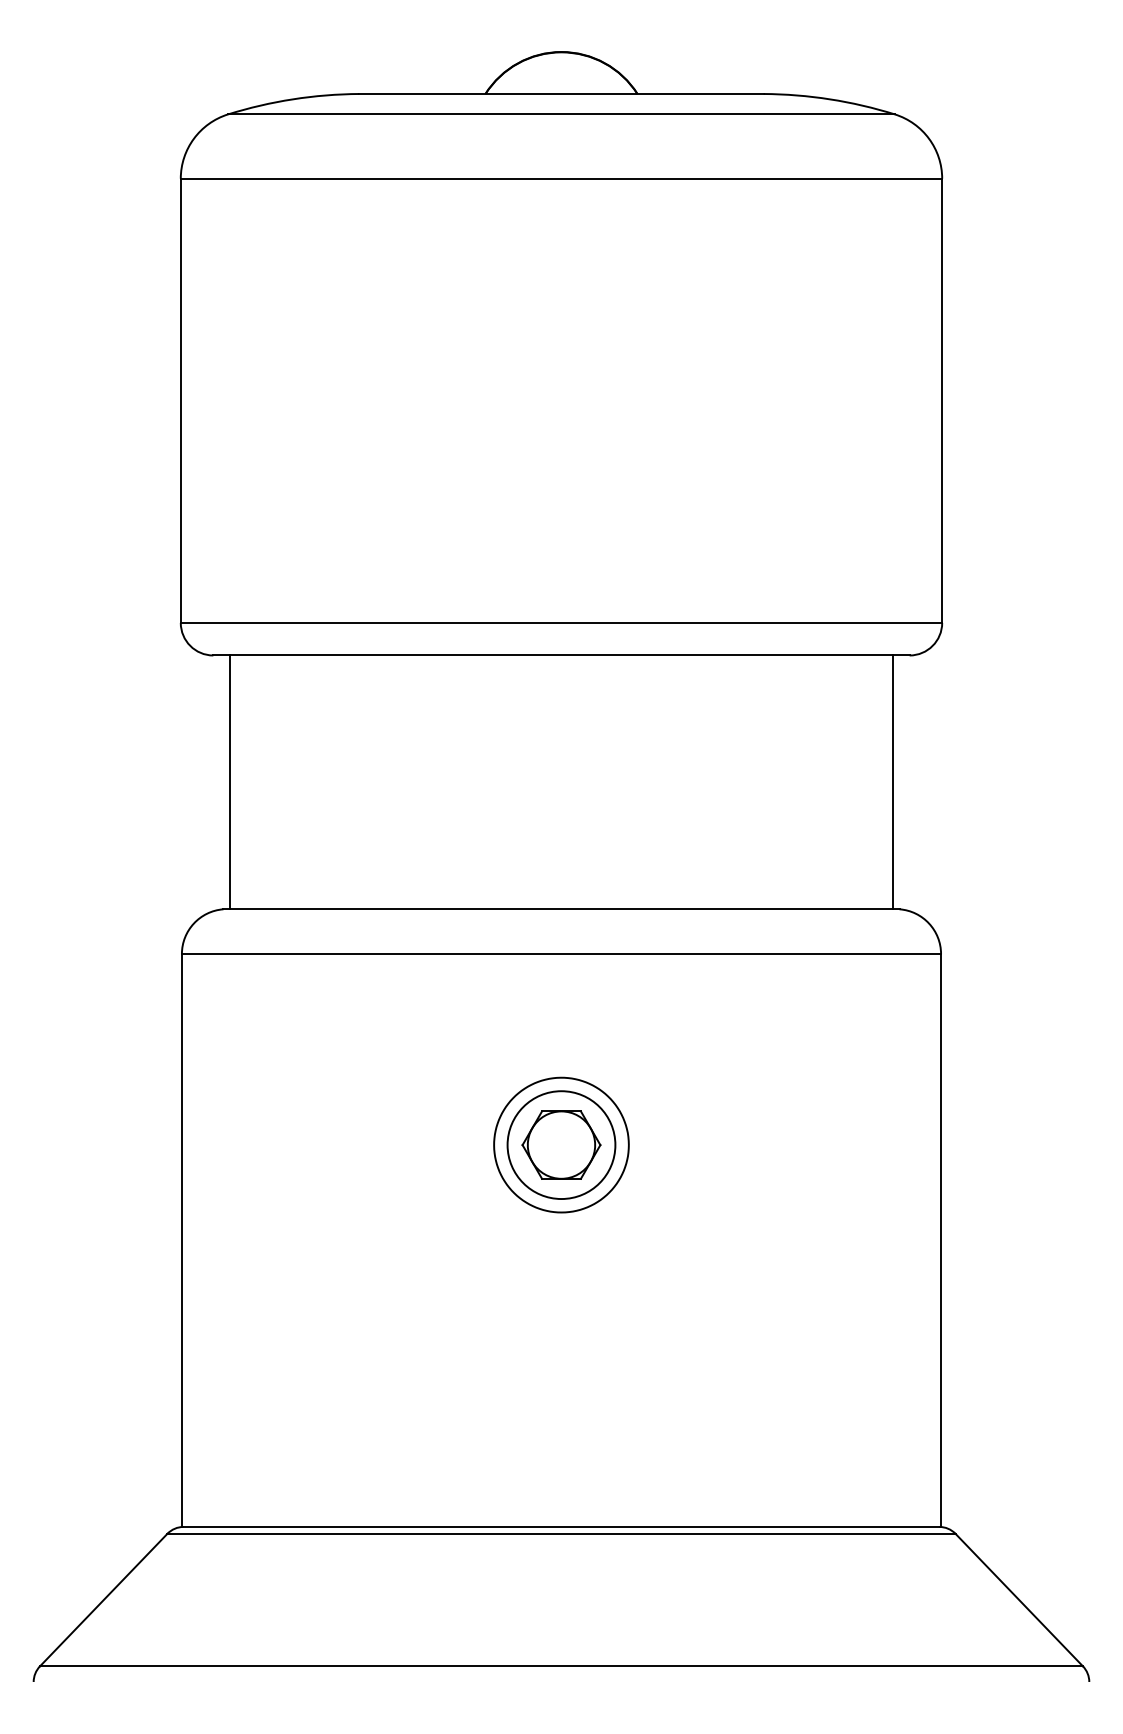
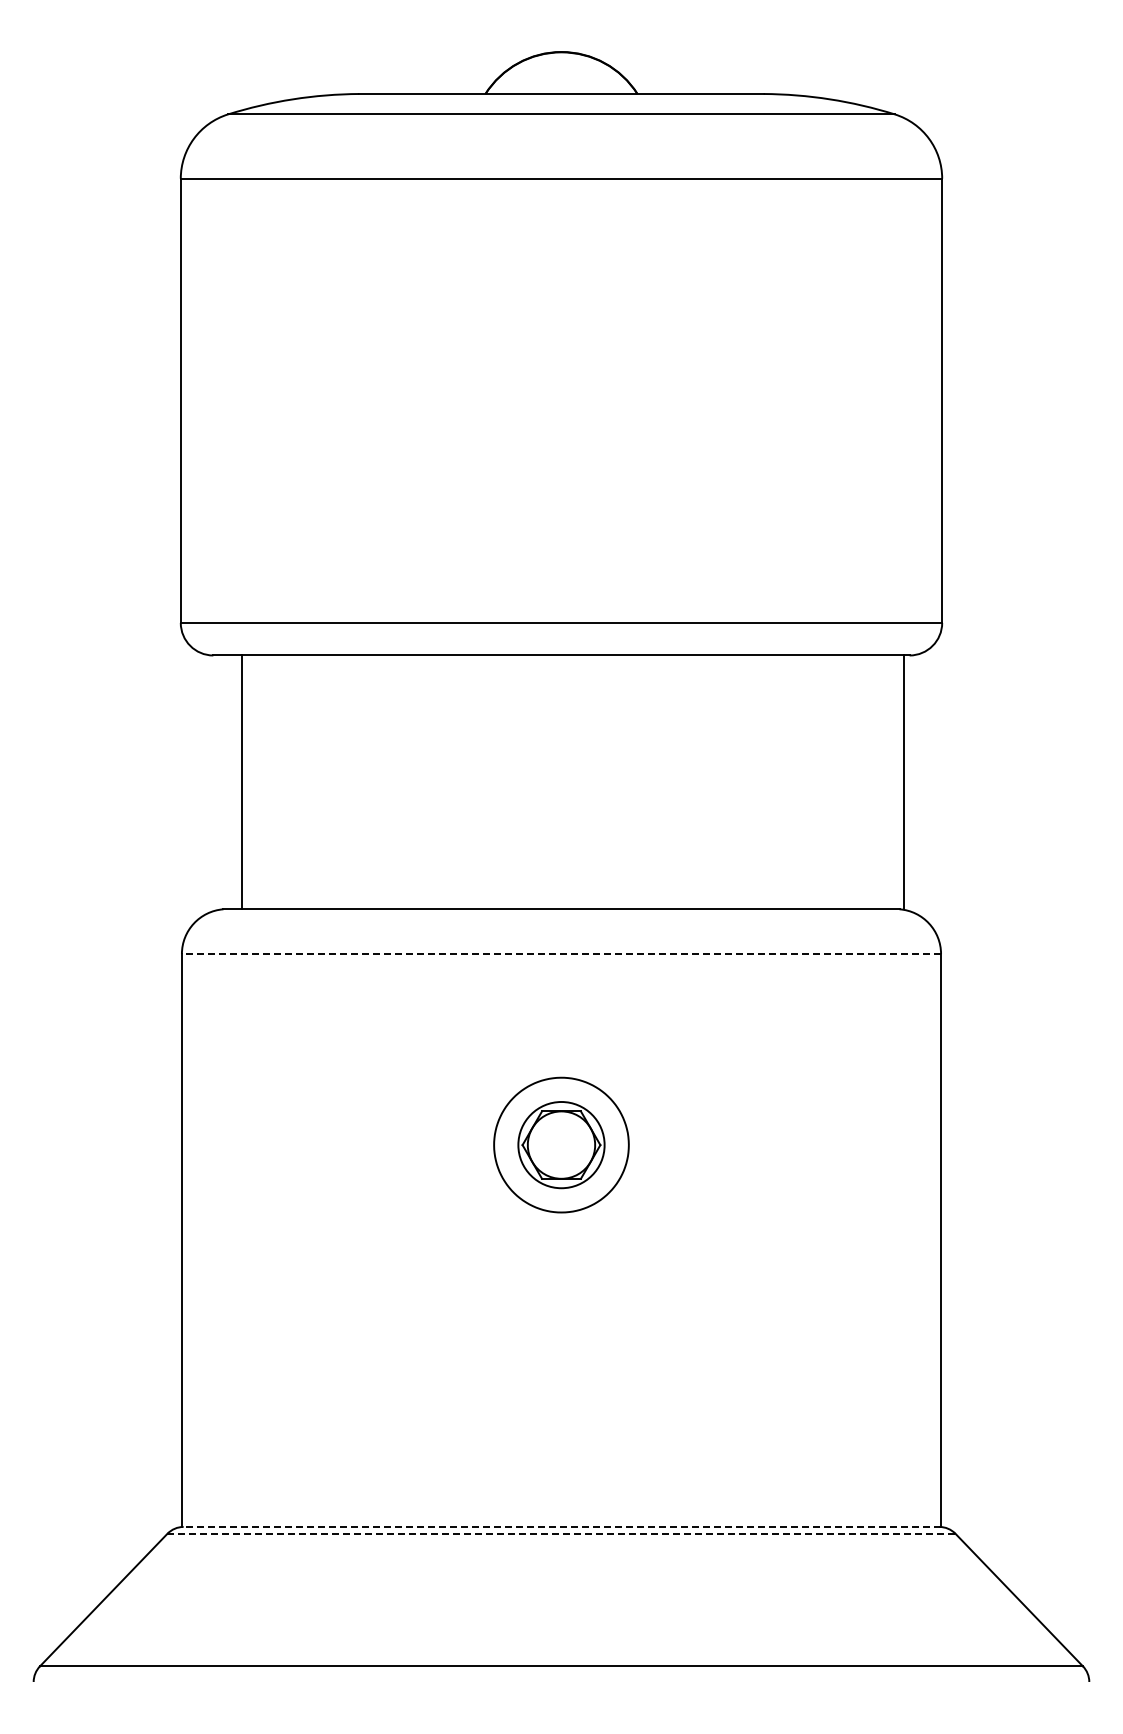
line at (230, 782) position: (230, 782) -> (242, 782)
line at (892, 782) position: (892, 782) -> (903, 782)
line at (561, 954): solid -> dashed
circle at (561, 1145) diameter: 108 px -> 86 px
line at (561, 1526): solid -> dashed
line at (561, 1533): solid -> dashed
